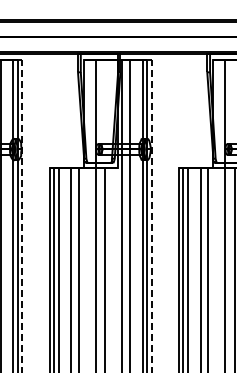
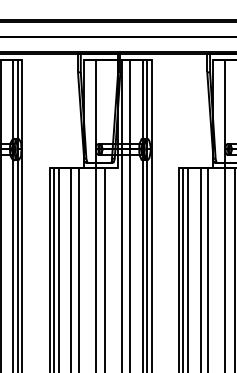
line at (22, 210): dashed -> solid
line at (151, 210): dashed -> solid
